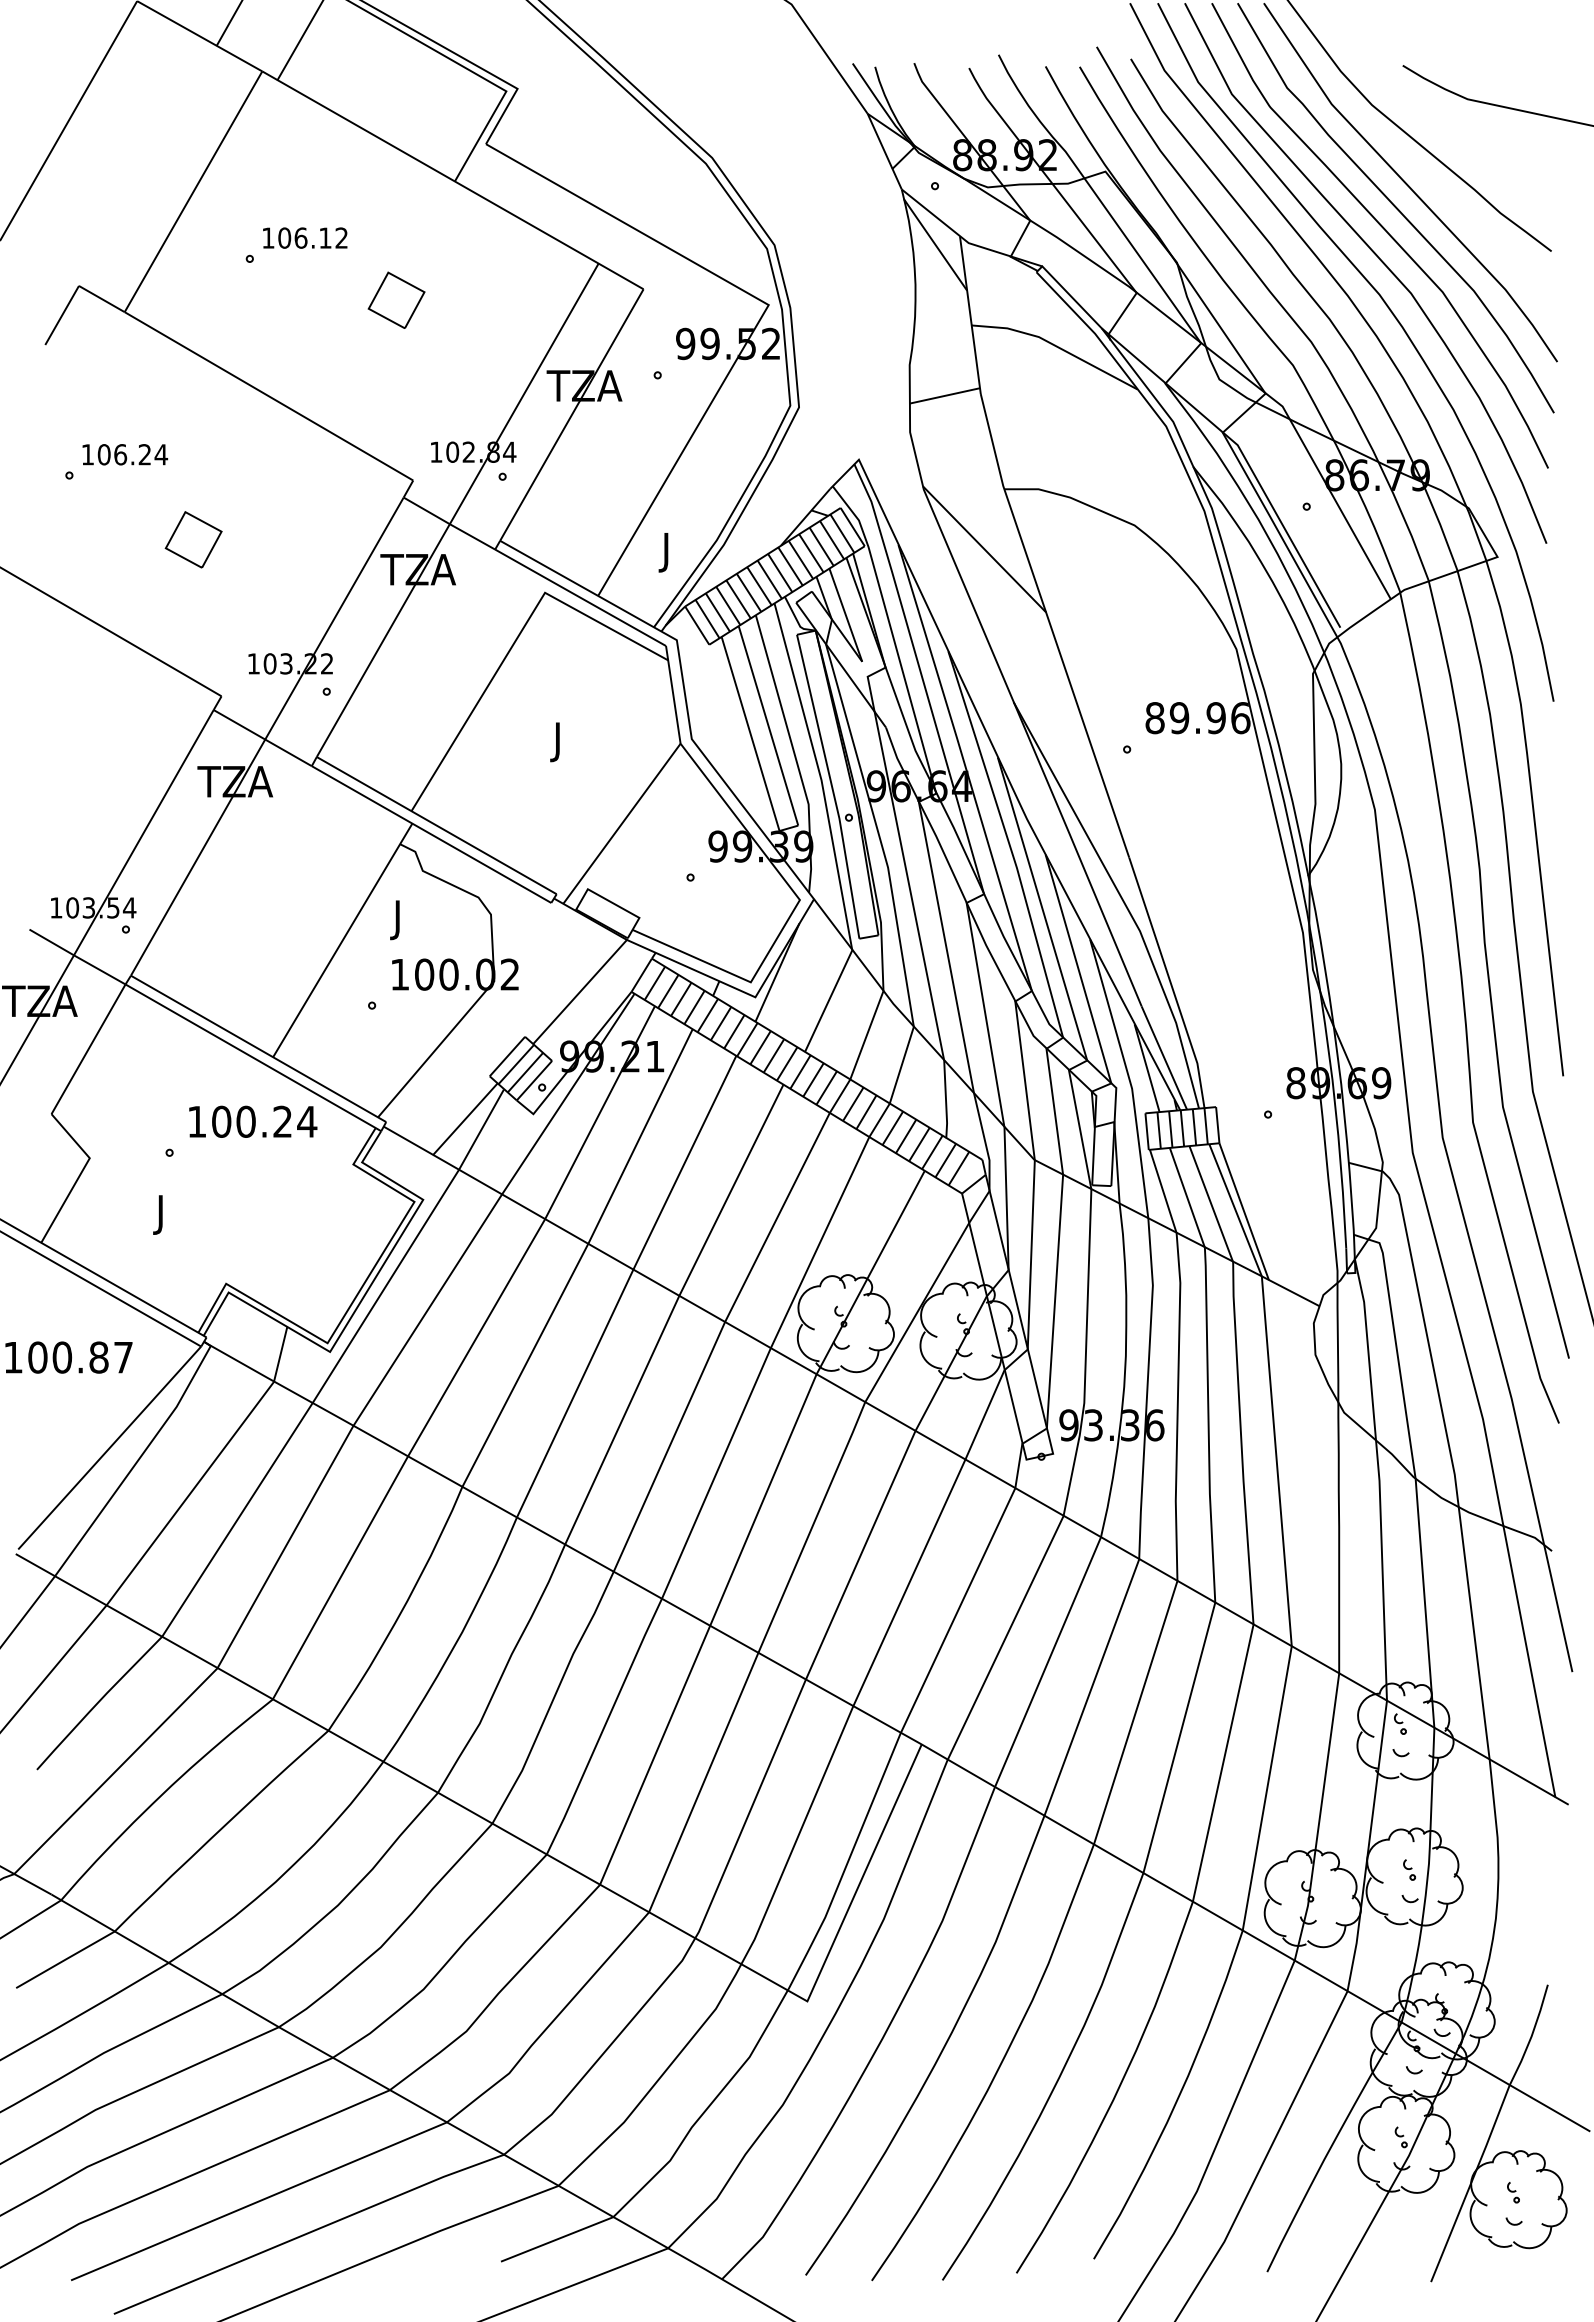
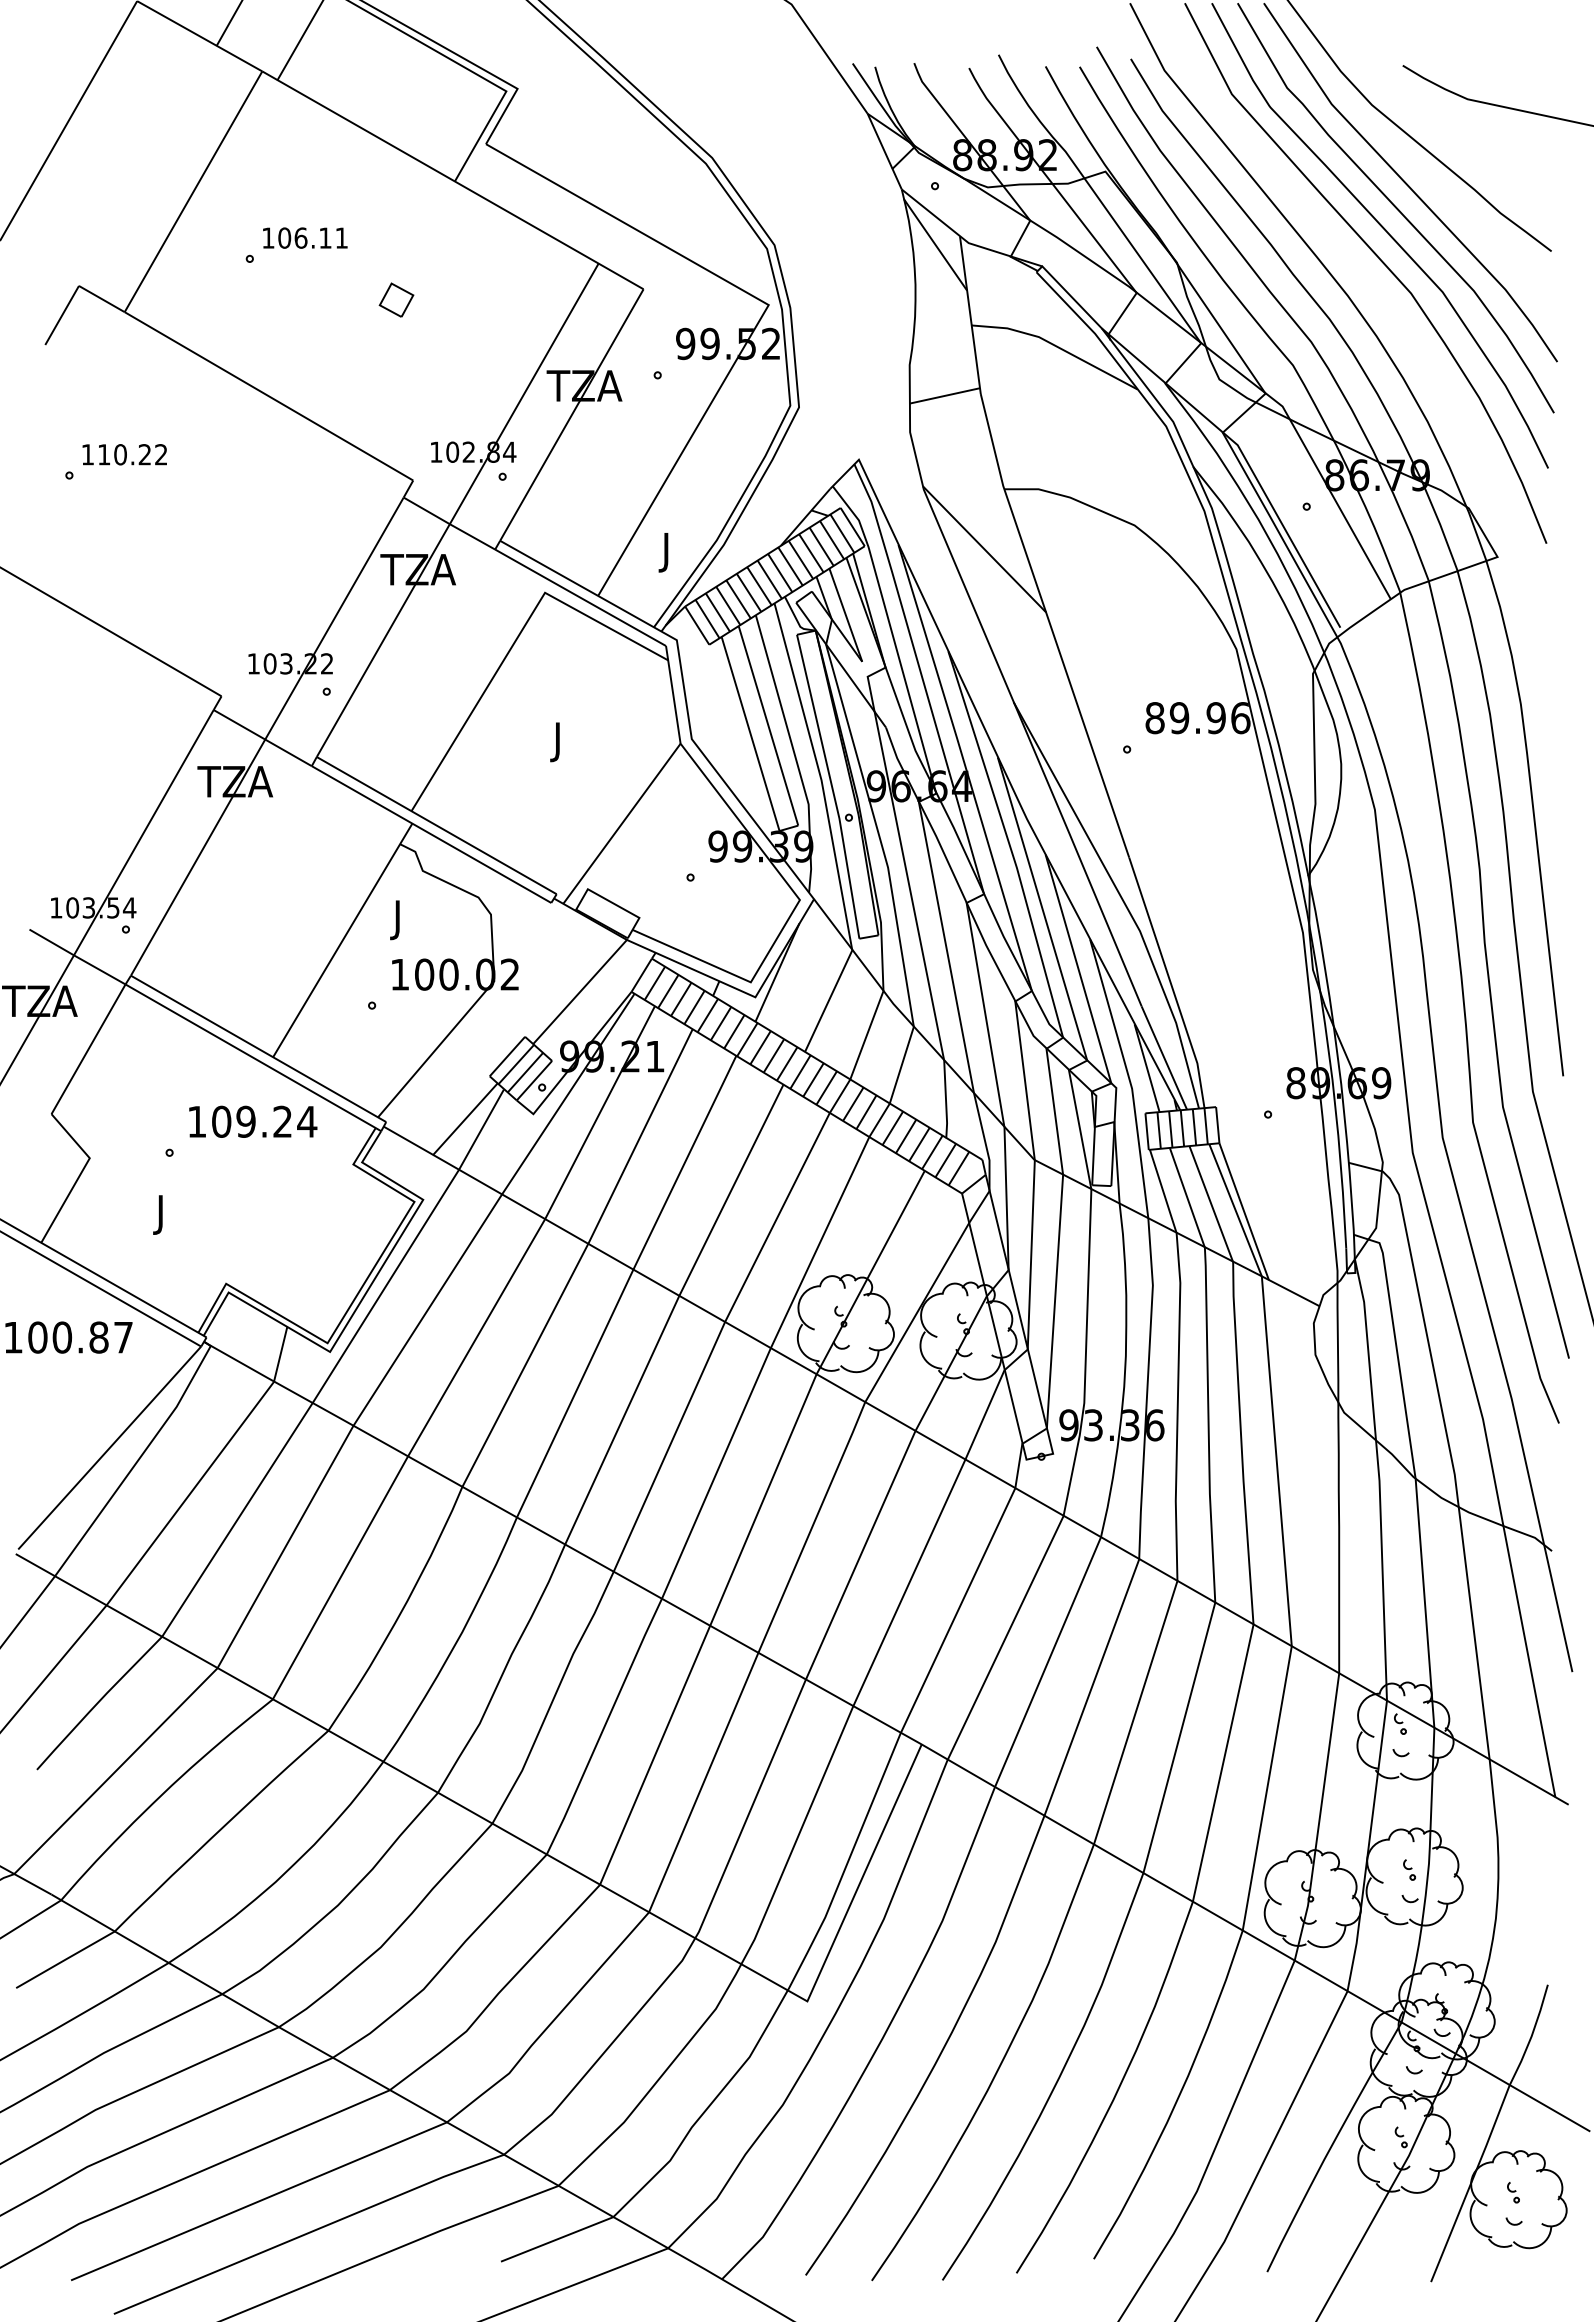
text at (341, 237): 106.12 -> 106.11
part at (396, 299) size: 59x58 px -> 37x36 px
curve at (1395, 319): present -> none
text at (132, 454): 106.24 -> 110.22
part at (193, 539): present -> none
text at (245, 1121): 100.24 -> 109.24
text at (68, 1357) position: (68, 1357) -> (68, 1337)
